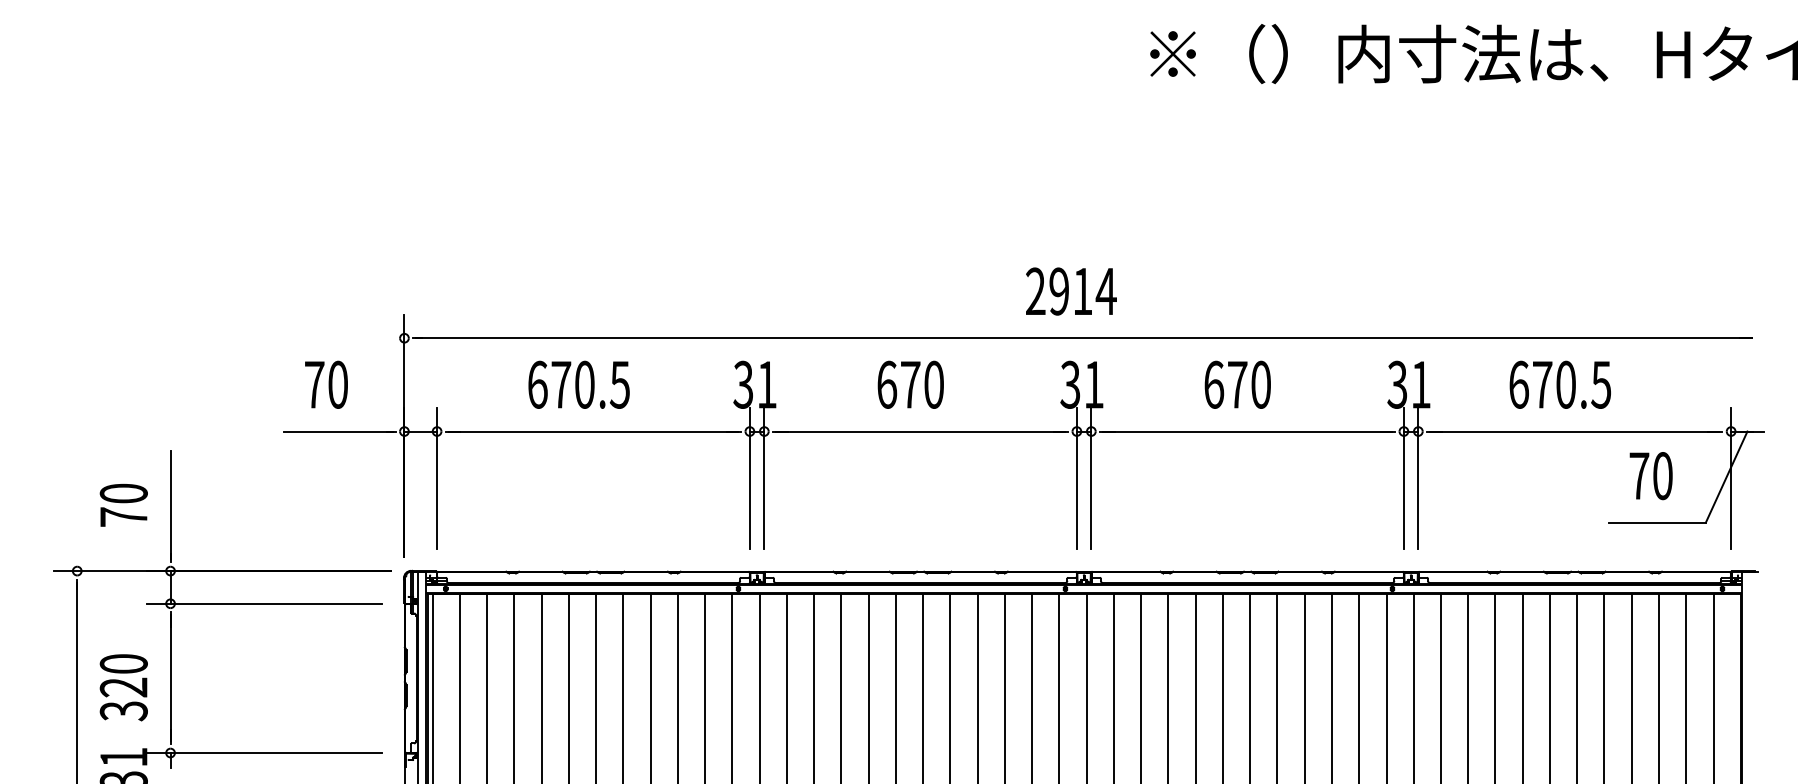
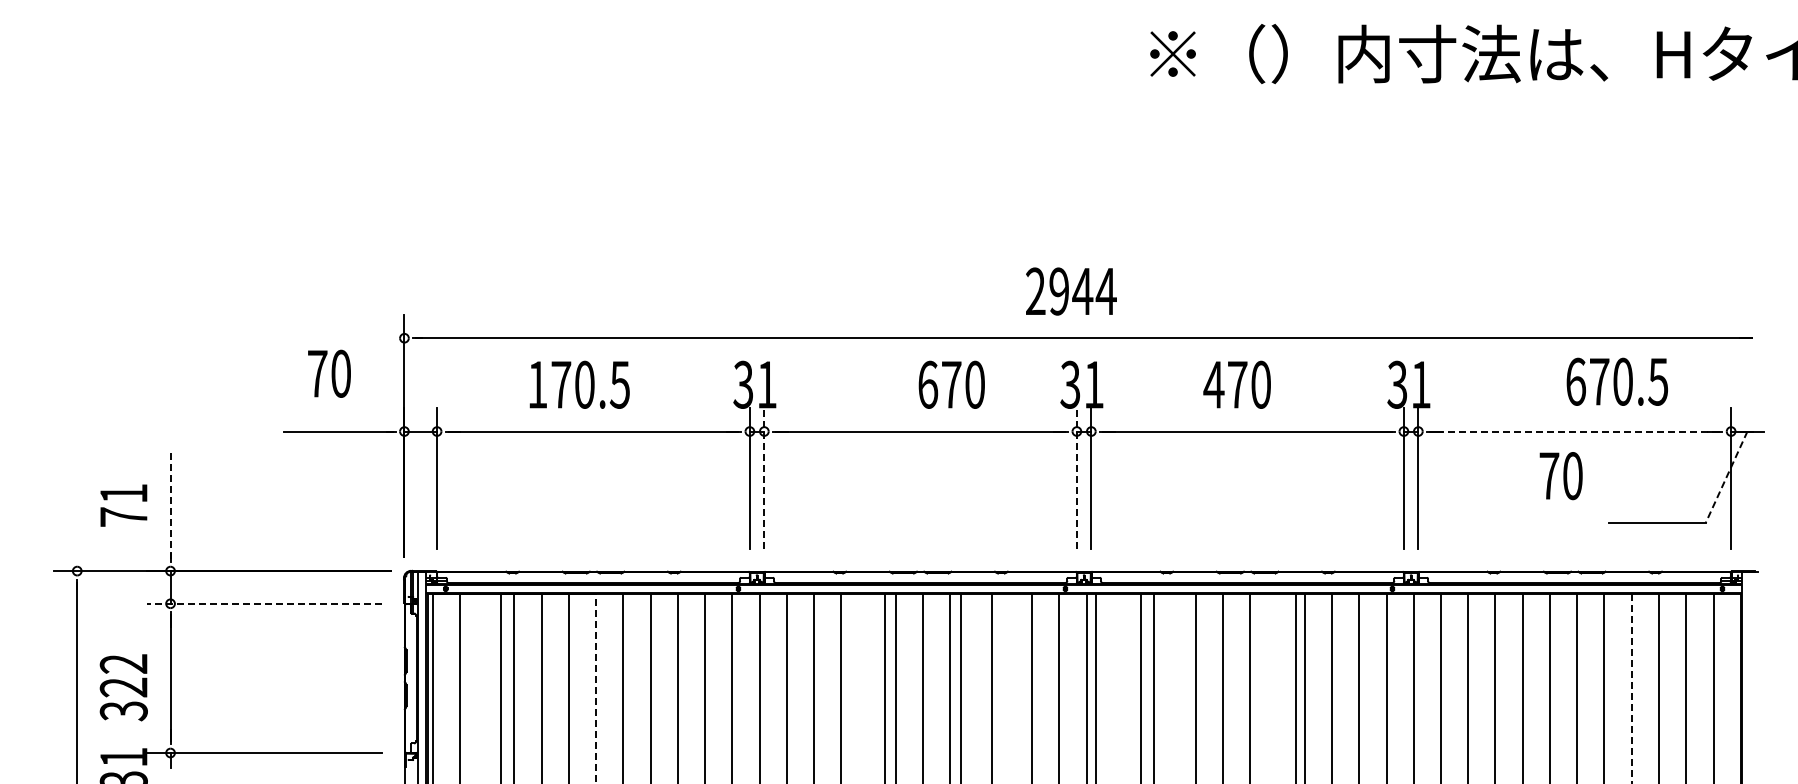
text at (1082, 291): 2914 -> 2944
text at (326, 384) position: (326, 384) -> (329, 373)
text at (537, 384): 670.5 -> 170.5
text at (910, 384) position: (910, 384) -> (951, 384)
text at (1213, 384): 670 -> 470
text at (1559, 384) position: (1559, 384) -> (1616, 381)
line at (1574, 431): solid -> dashed
text at (1650, 476) position: (1650, 476) -> (1560, 476)
line at (1726, 477): solid -> dashed
line at (764, 478): solid -> dashed
line at (1076, 478): solid -> dashed
text at (123, 493): 70 -> 71
line at (170, 504): solid -> dashed
line at (264, 603): solid -> dashed
text at (123, 663): 320 -> 322
line at (487, 686) position: (487, 686) -> (501, 686)
line at (868, 686) position: (868, 686) -> (884, 686)
line at (977, 686) position: (977, 686) -> (960, 686)
line at (1004, 686) position: (1004, 686) -> (991, 686)
line at (1113, 686) position: (1113, 686) -> (1095, 686)
line at (1168, 686) position: (1168, 686) -> (1154, 686)
line at (1277, 686) position: (1277, 686) -> (1296, 686)
line at (596, 688): solid -> dashed
line at (1631, 688): solid -> dashed
